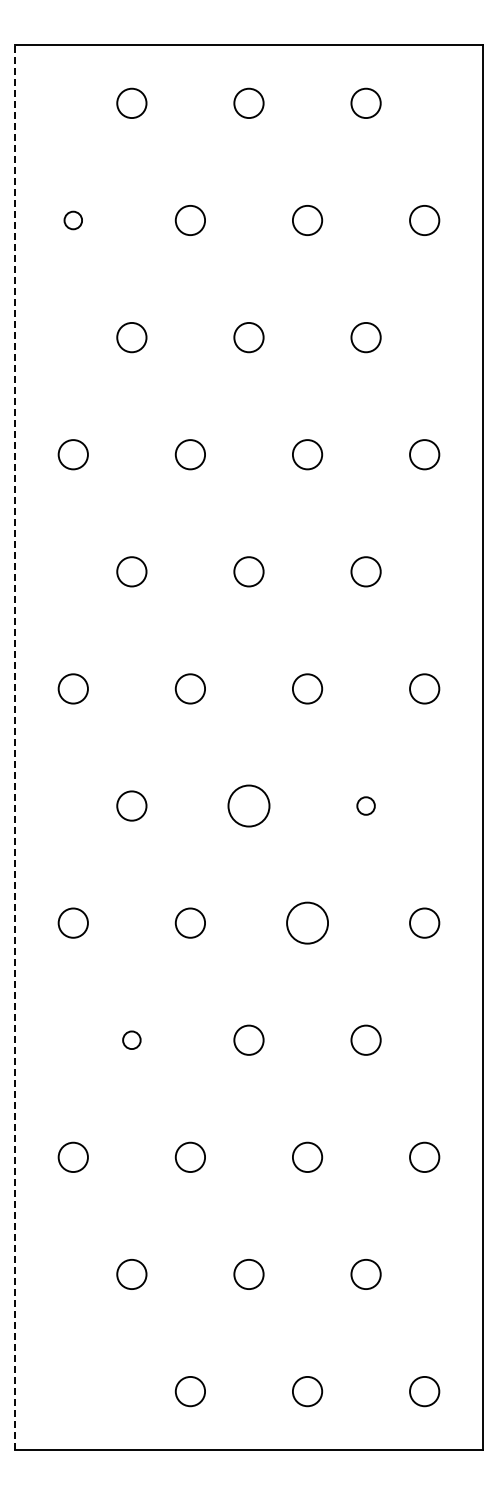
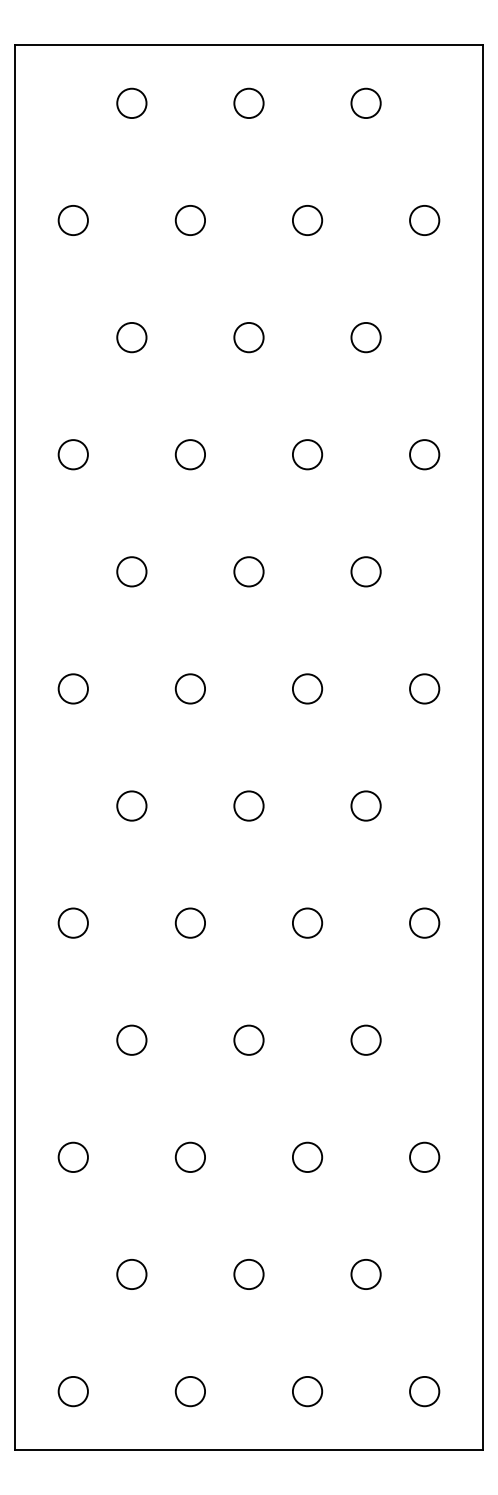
circle at (73, 220) diameter: 18 px -> 29 px
line at (14, 747): dashed -> solid
circle at (248, 805) diameter: 41 px -> 29 px
circle at (365, 805) diameter: 18 px -> 29 px
circle at (307, 922) diameter: 41 px -> 29 px
circle at (131, 1040) diameter: 18 px -> 29 px
circle at (72, 1391): none -> present
